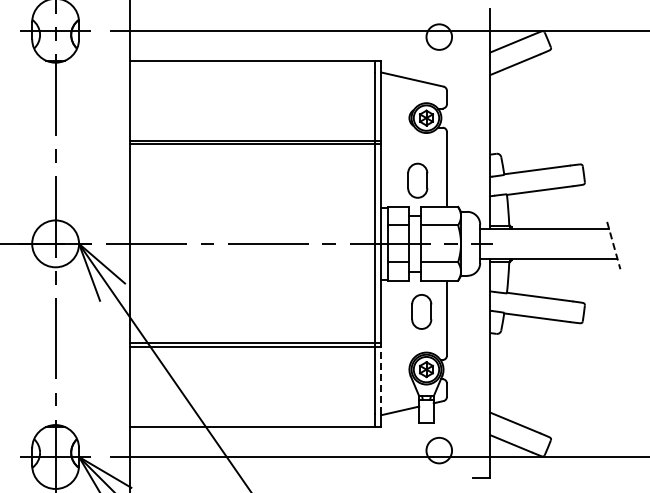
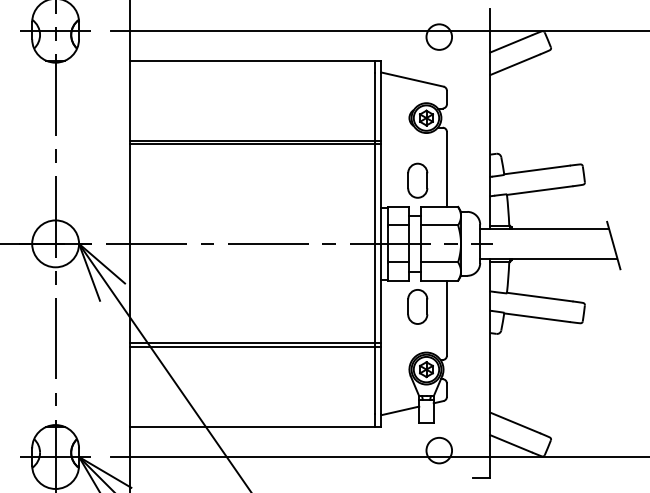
line at (613, 245): dashed -> solid
part at (421, 311) position: (421, 311) -> (417, 306)
line at (381, 380): dashed -> solid
